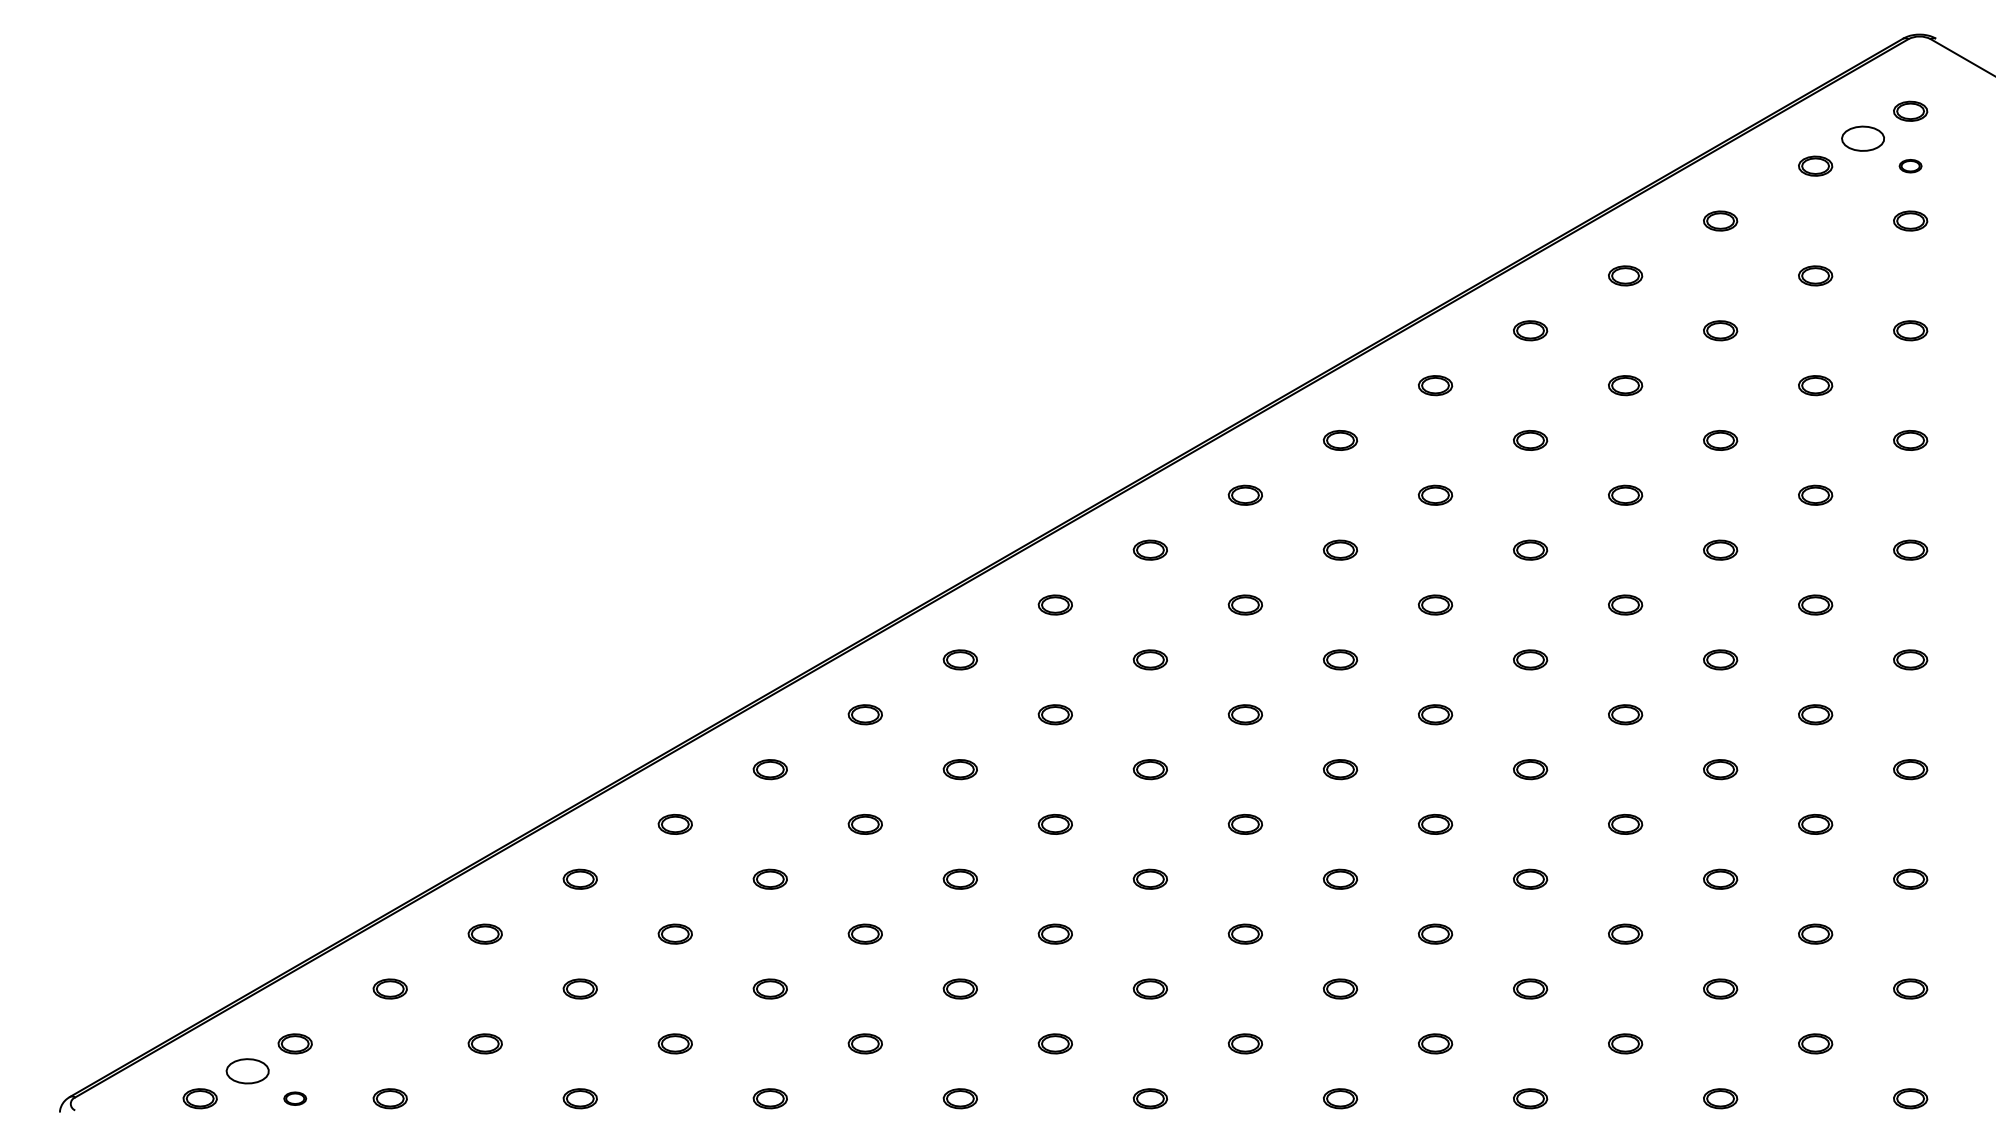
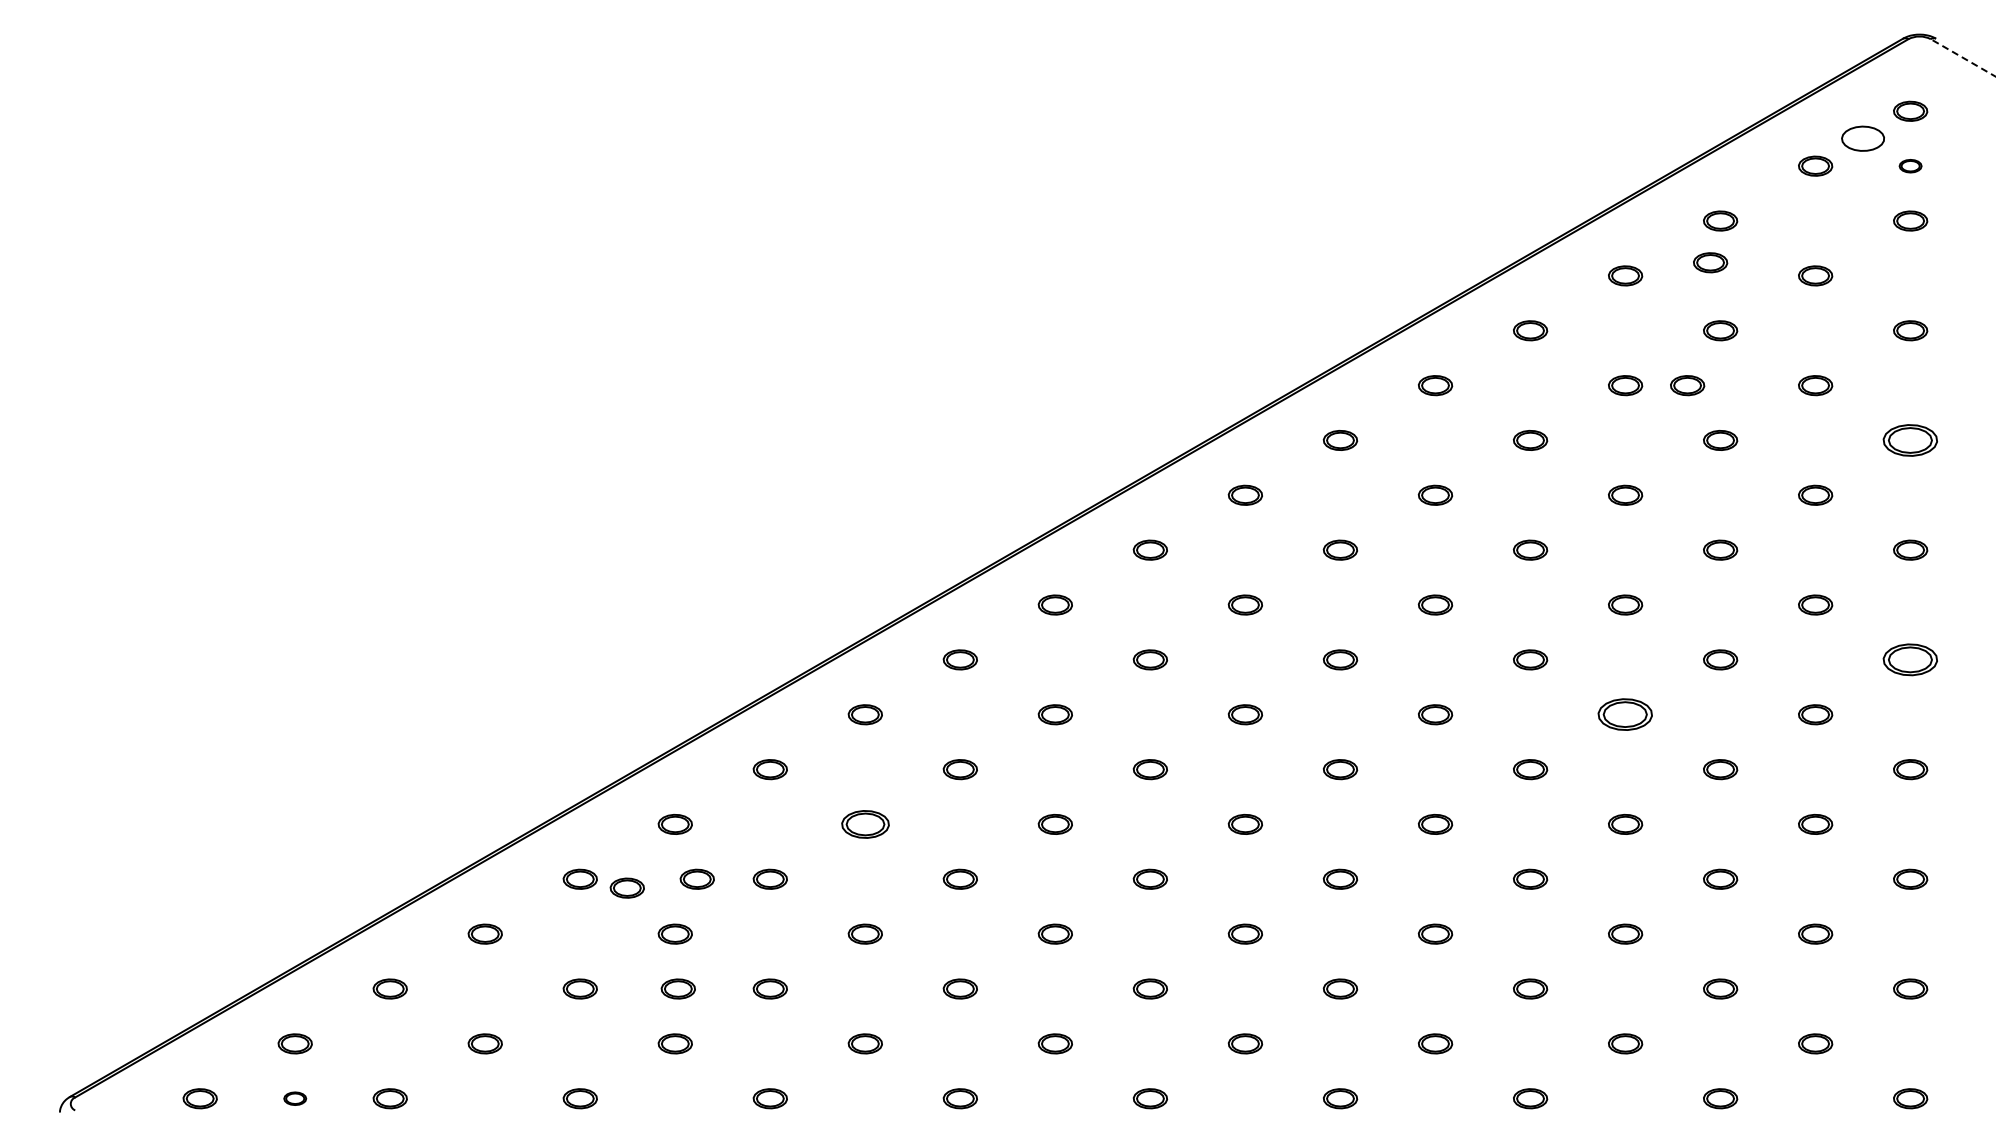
line at (1962, 57): solid -> dashed
part at (1710, 262): none -> present
part at (1687, 385): none -> present
part at (1910, 440) size: 36x21 px -> 56x33 px
part at (1910, 659) size: 36x22 px -> 56x34 px
part at (1625, 714) size: 36x22 px -> 56x33 px
part at (864, 824) size: 36x21 px -> 49x29 px
part at (696, 878): none -> present
part at (626, 887): none -> present
part at (677, 988): none -> present
part at (247, 1071): present -> none
